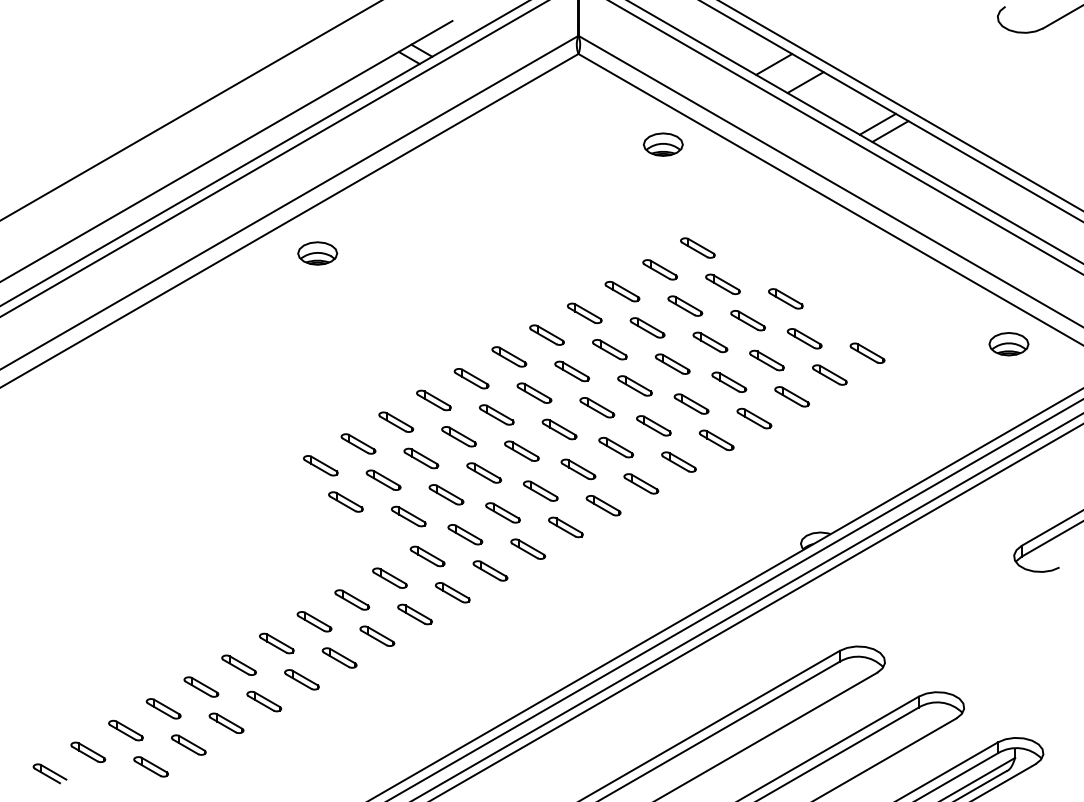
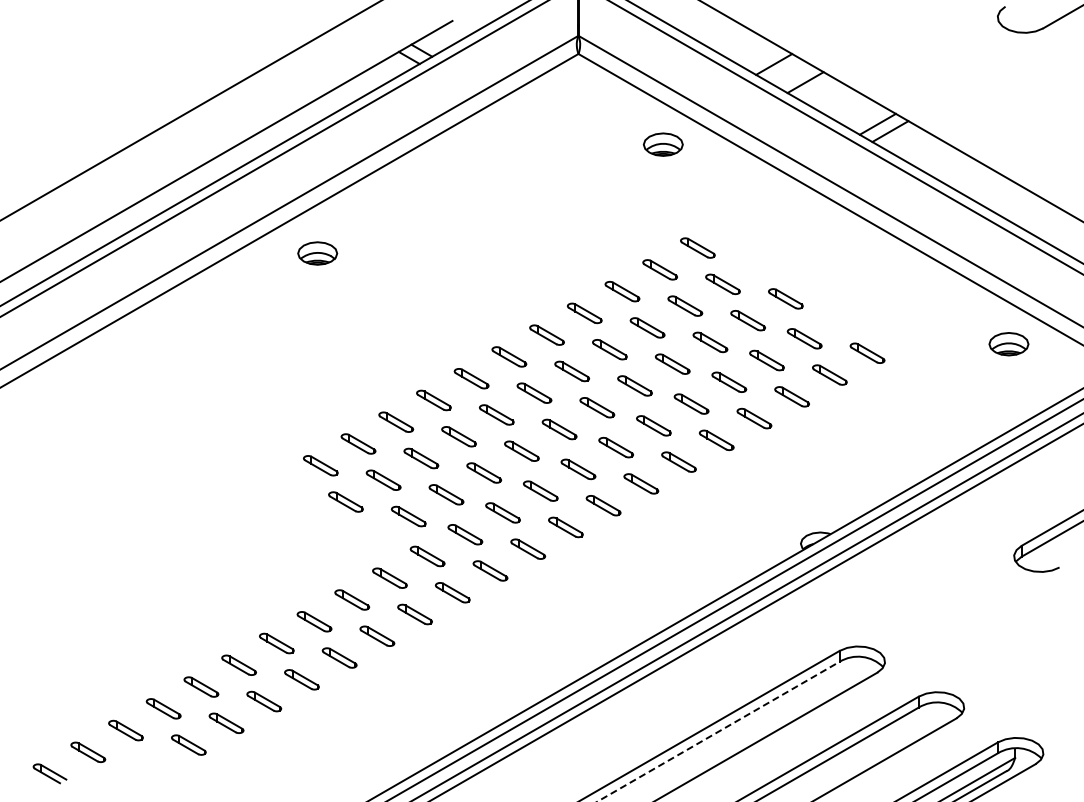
line at (900, 105): present -> none
line at (718, 731): solid -> dashed
part at (150, 766): present -> none
